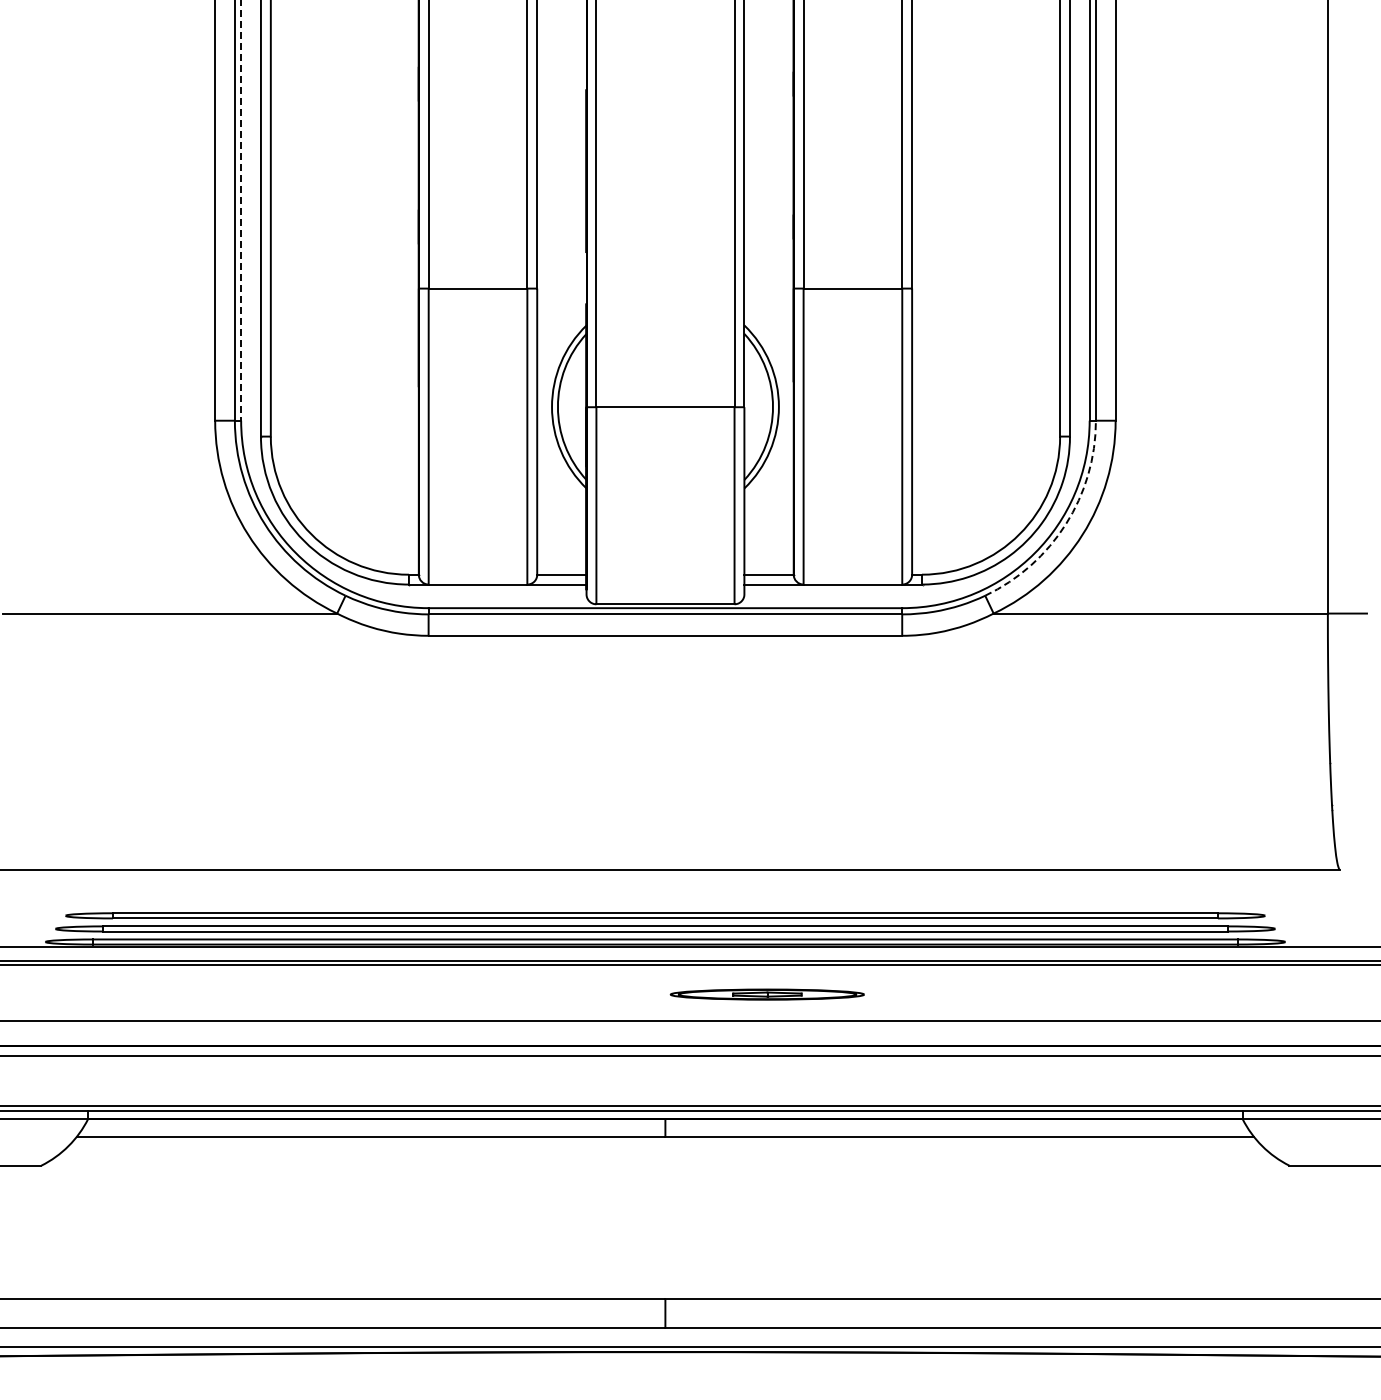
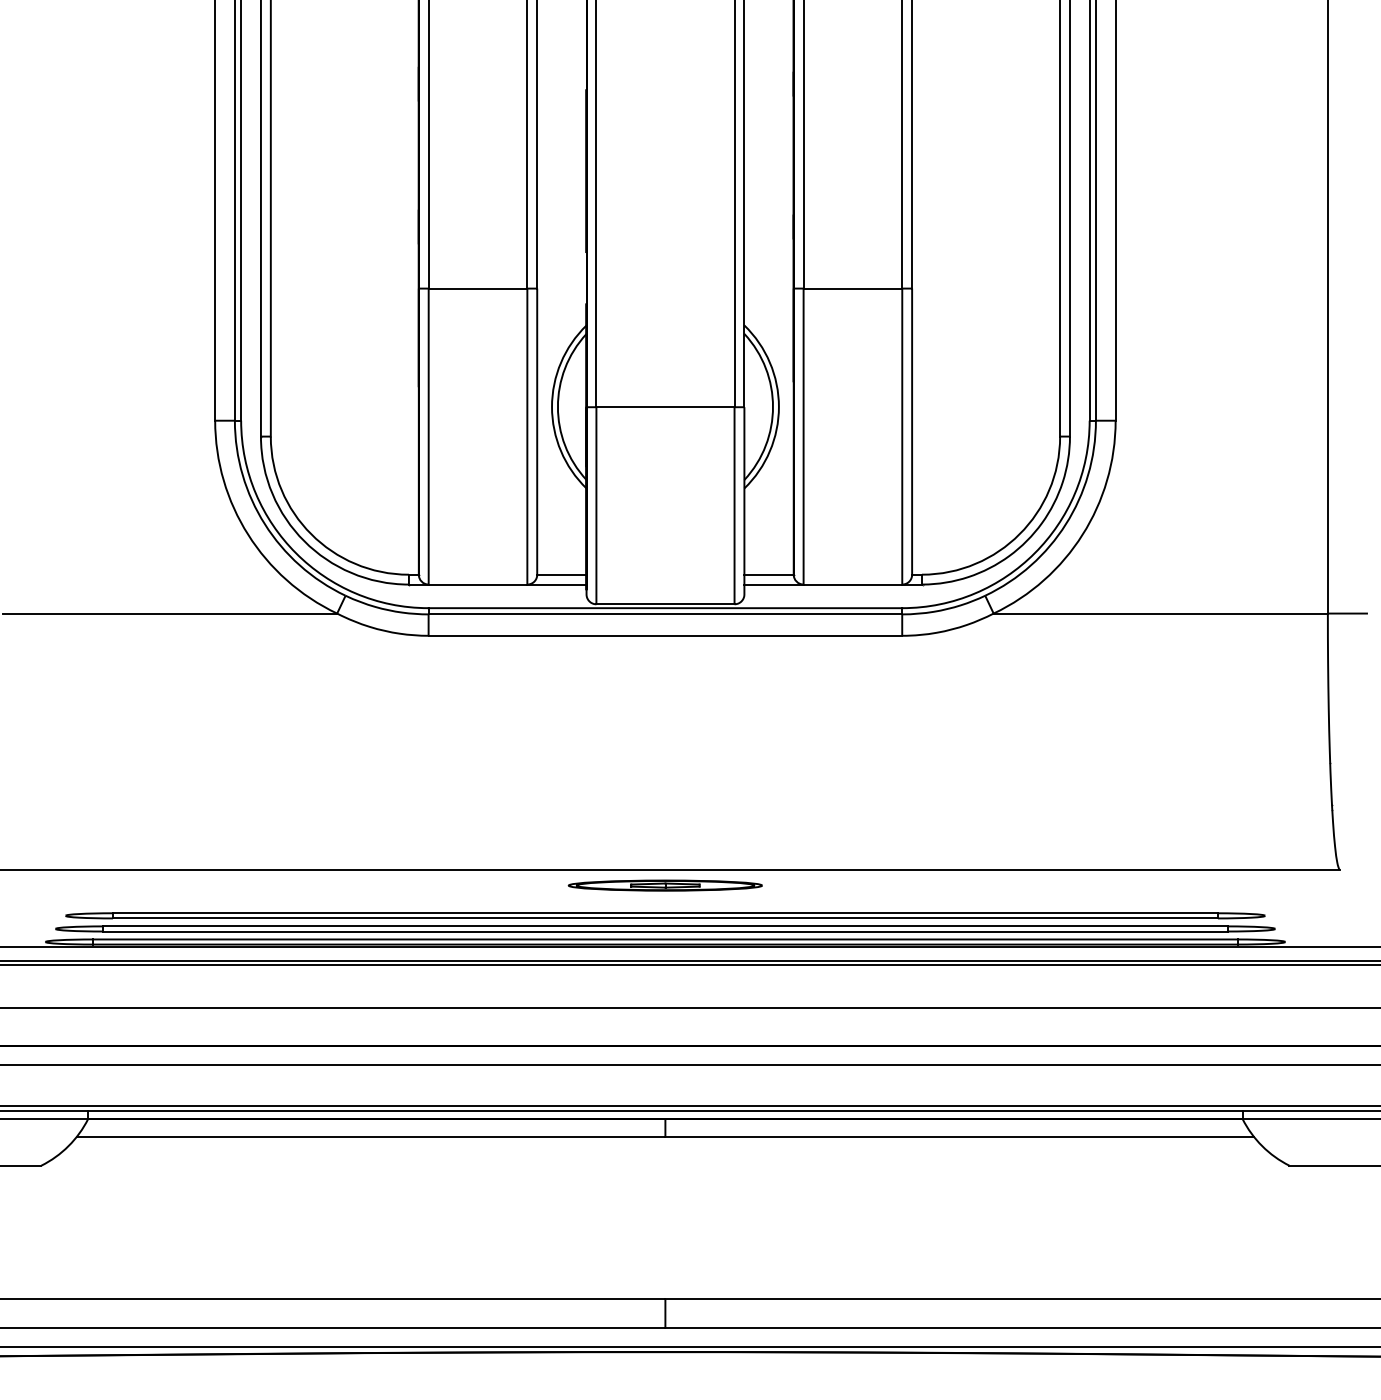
line at (241, 210): dashed -> solid
arc at (1065, 524): dashed -> solid
part at (766, 994) position: (766, 994) -> (664, 885)
line at (689, 1021) position: (689, 1021) -> (689, 1008)
line at (689, 1056) position: (689, 1056) -> (689, 1065)
